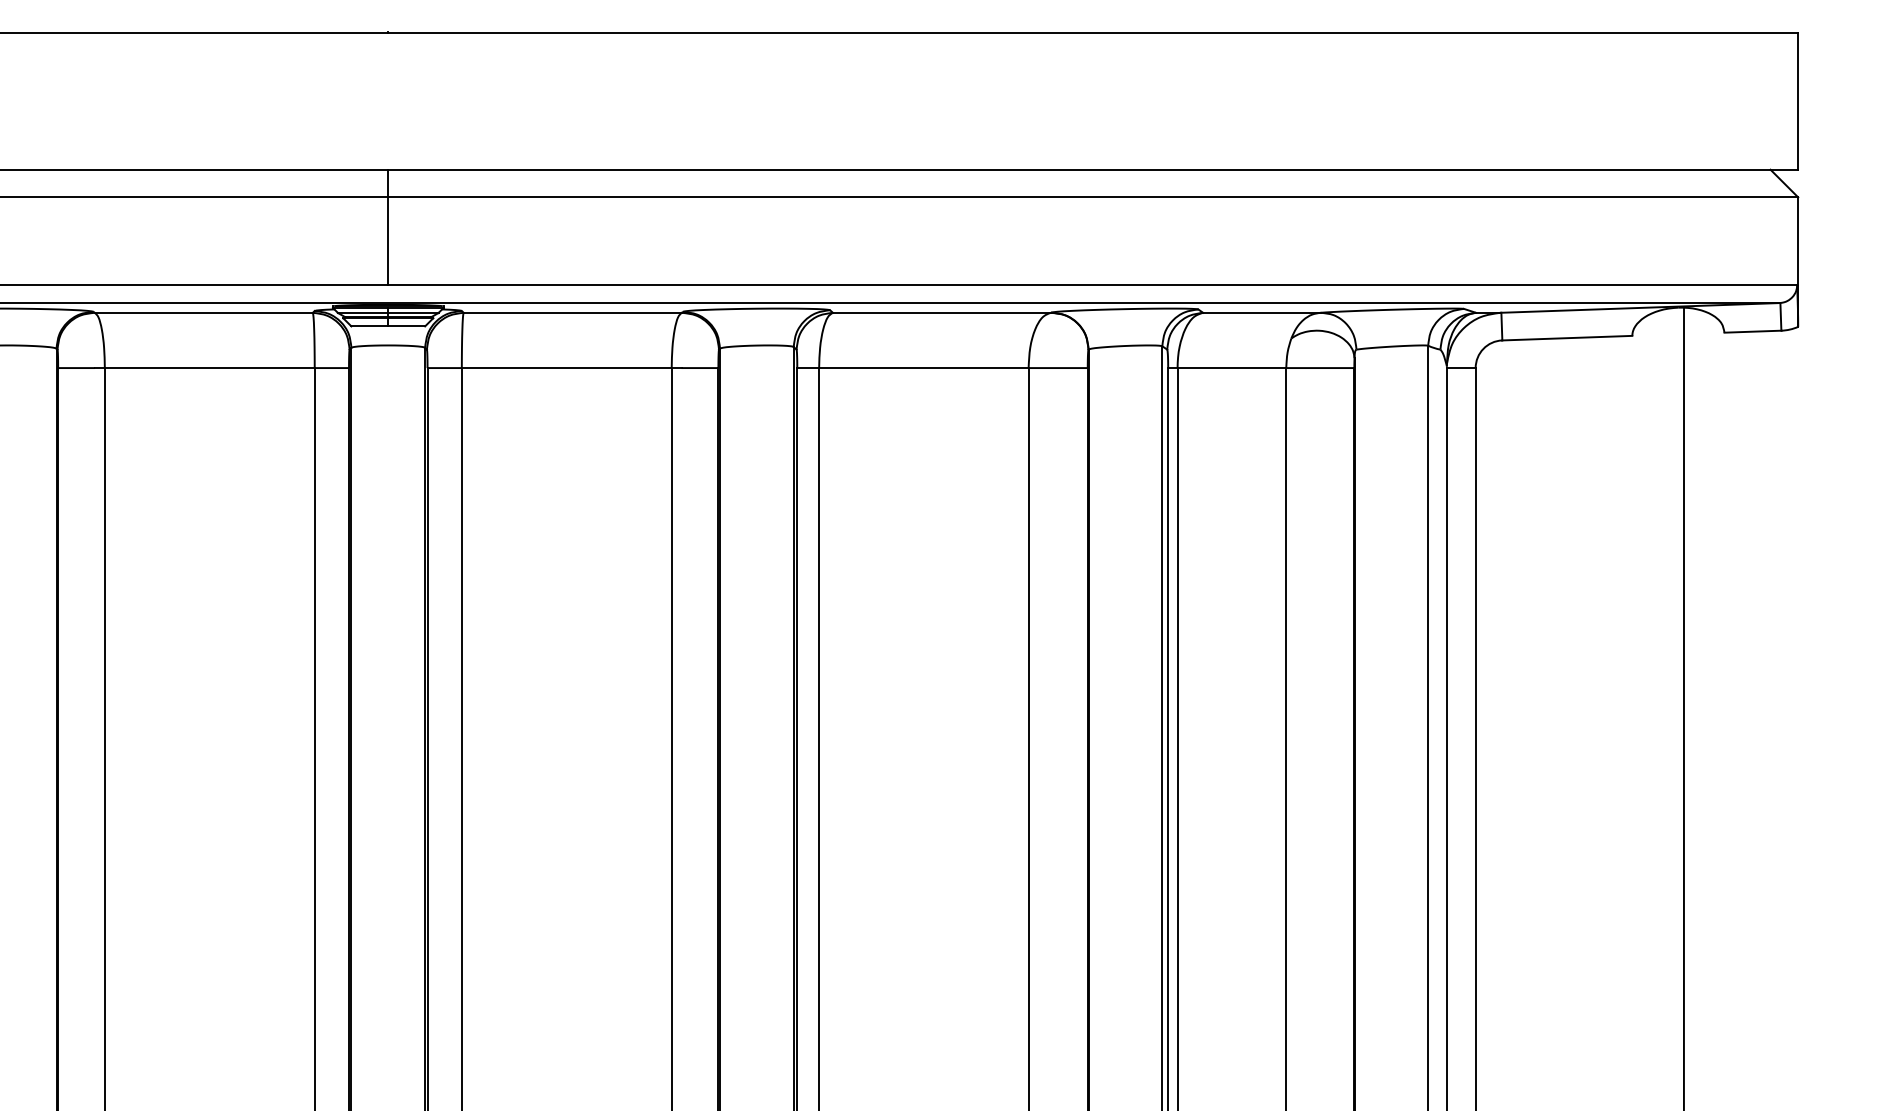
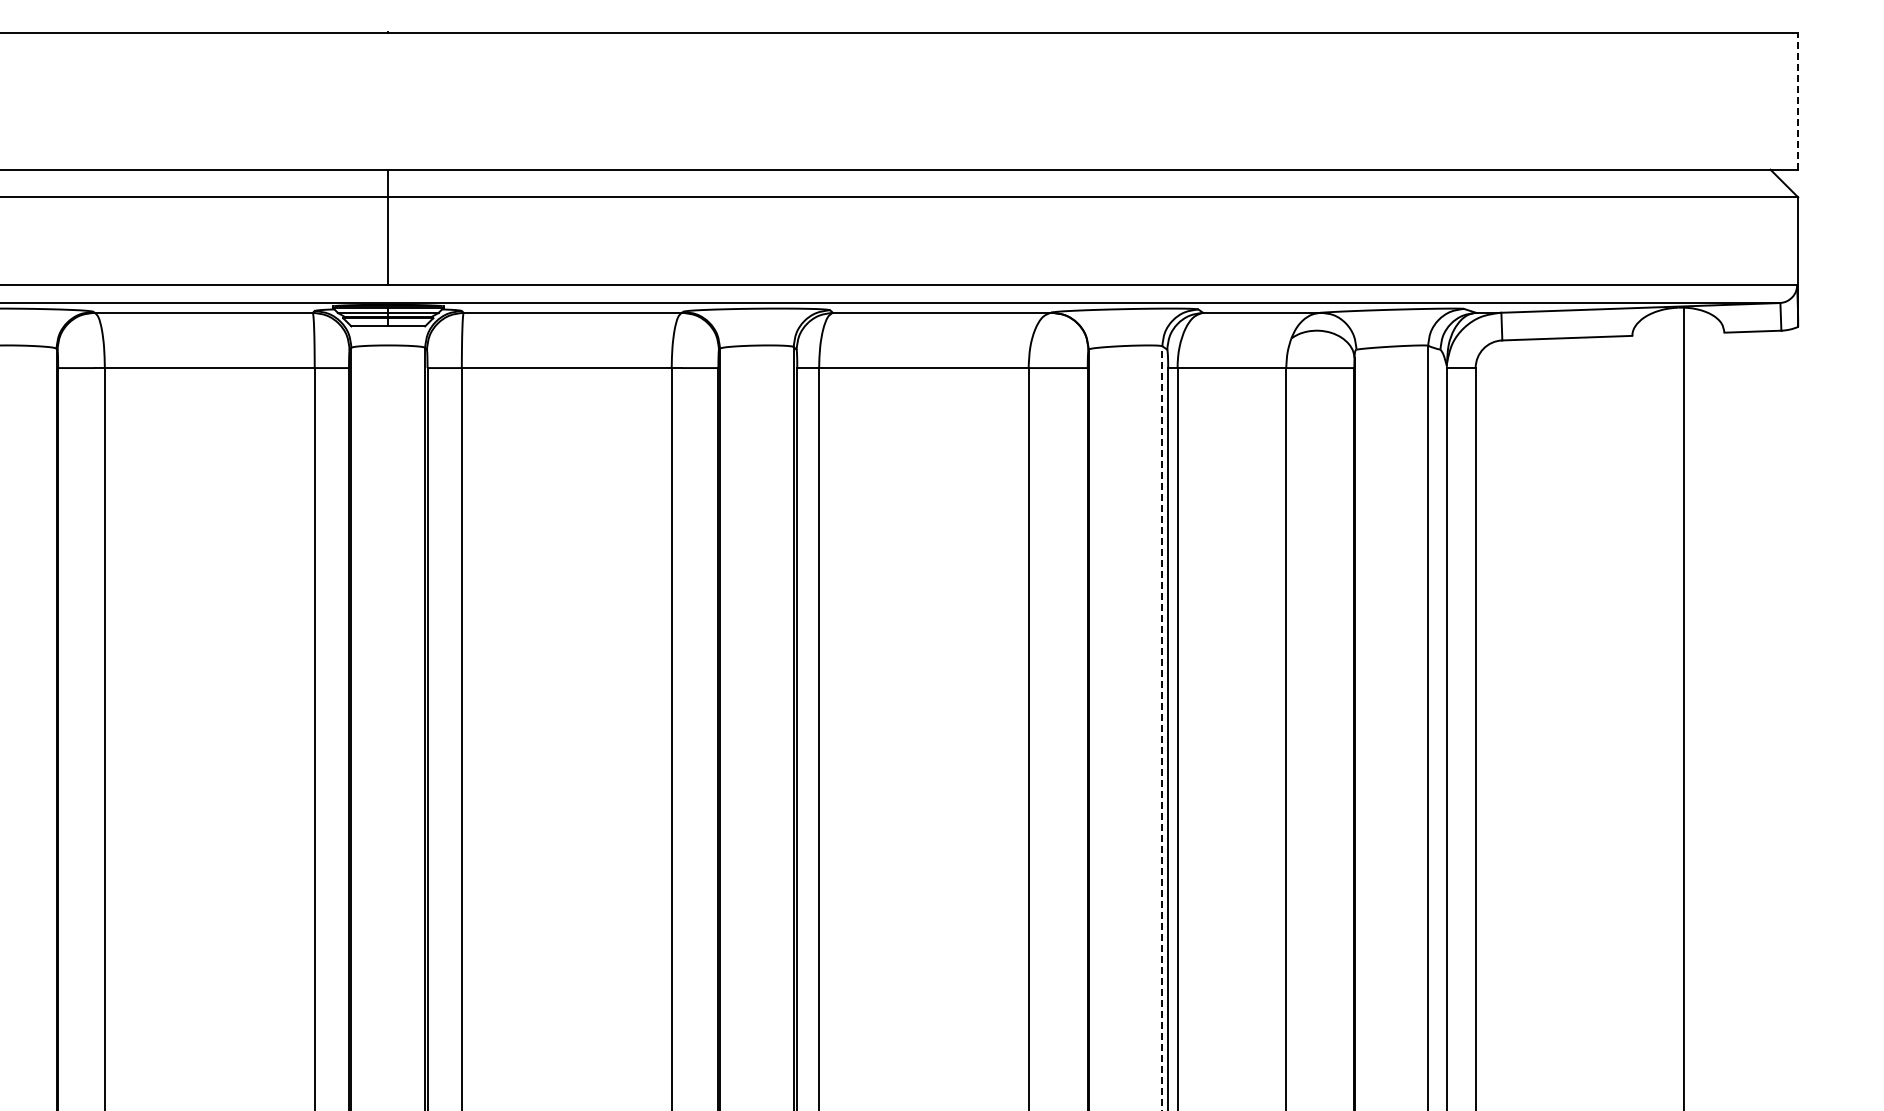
line at (1798, 100): solid -> dashed
line at (1162, 728): solid -> dashed
